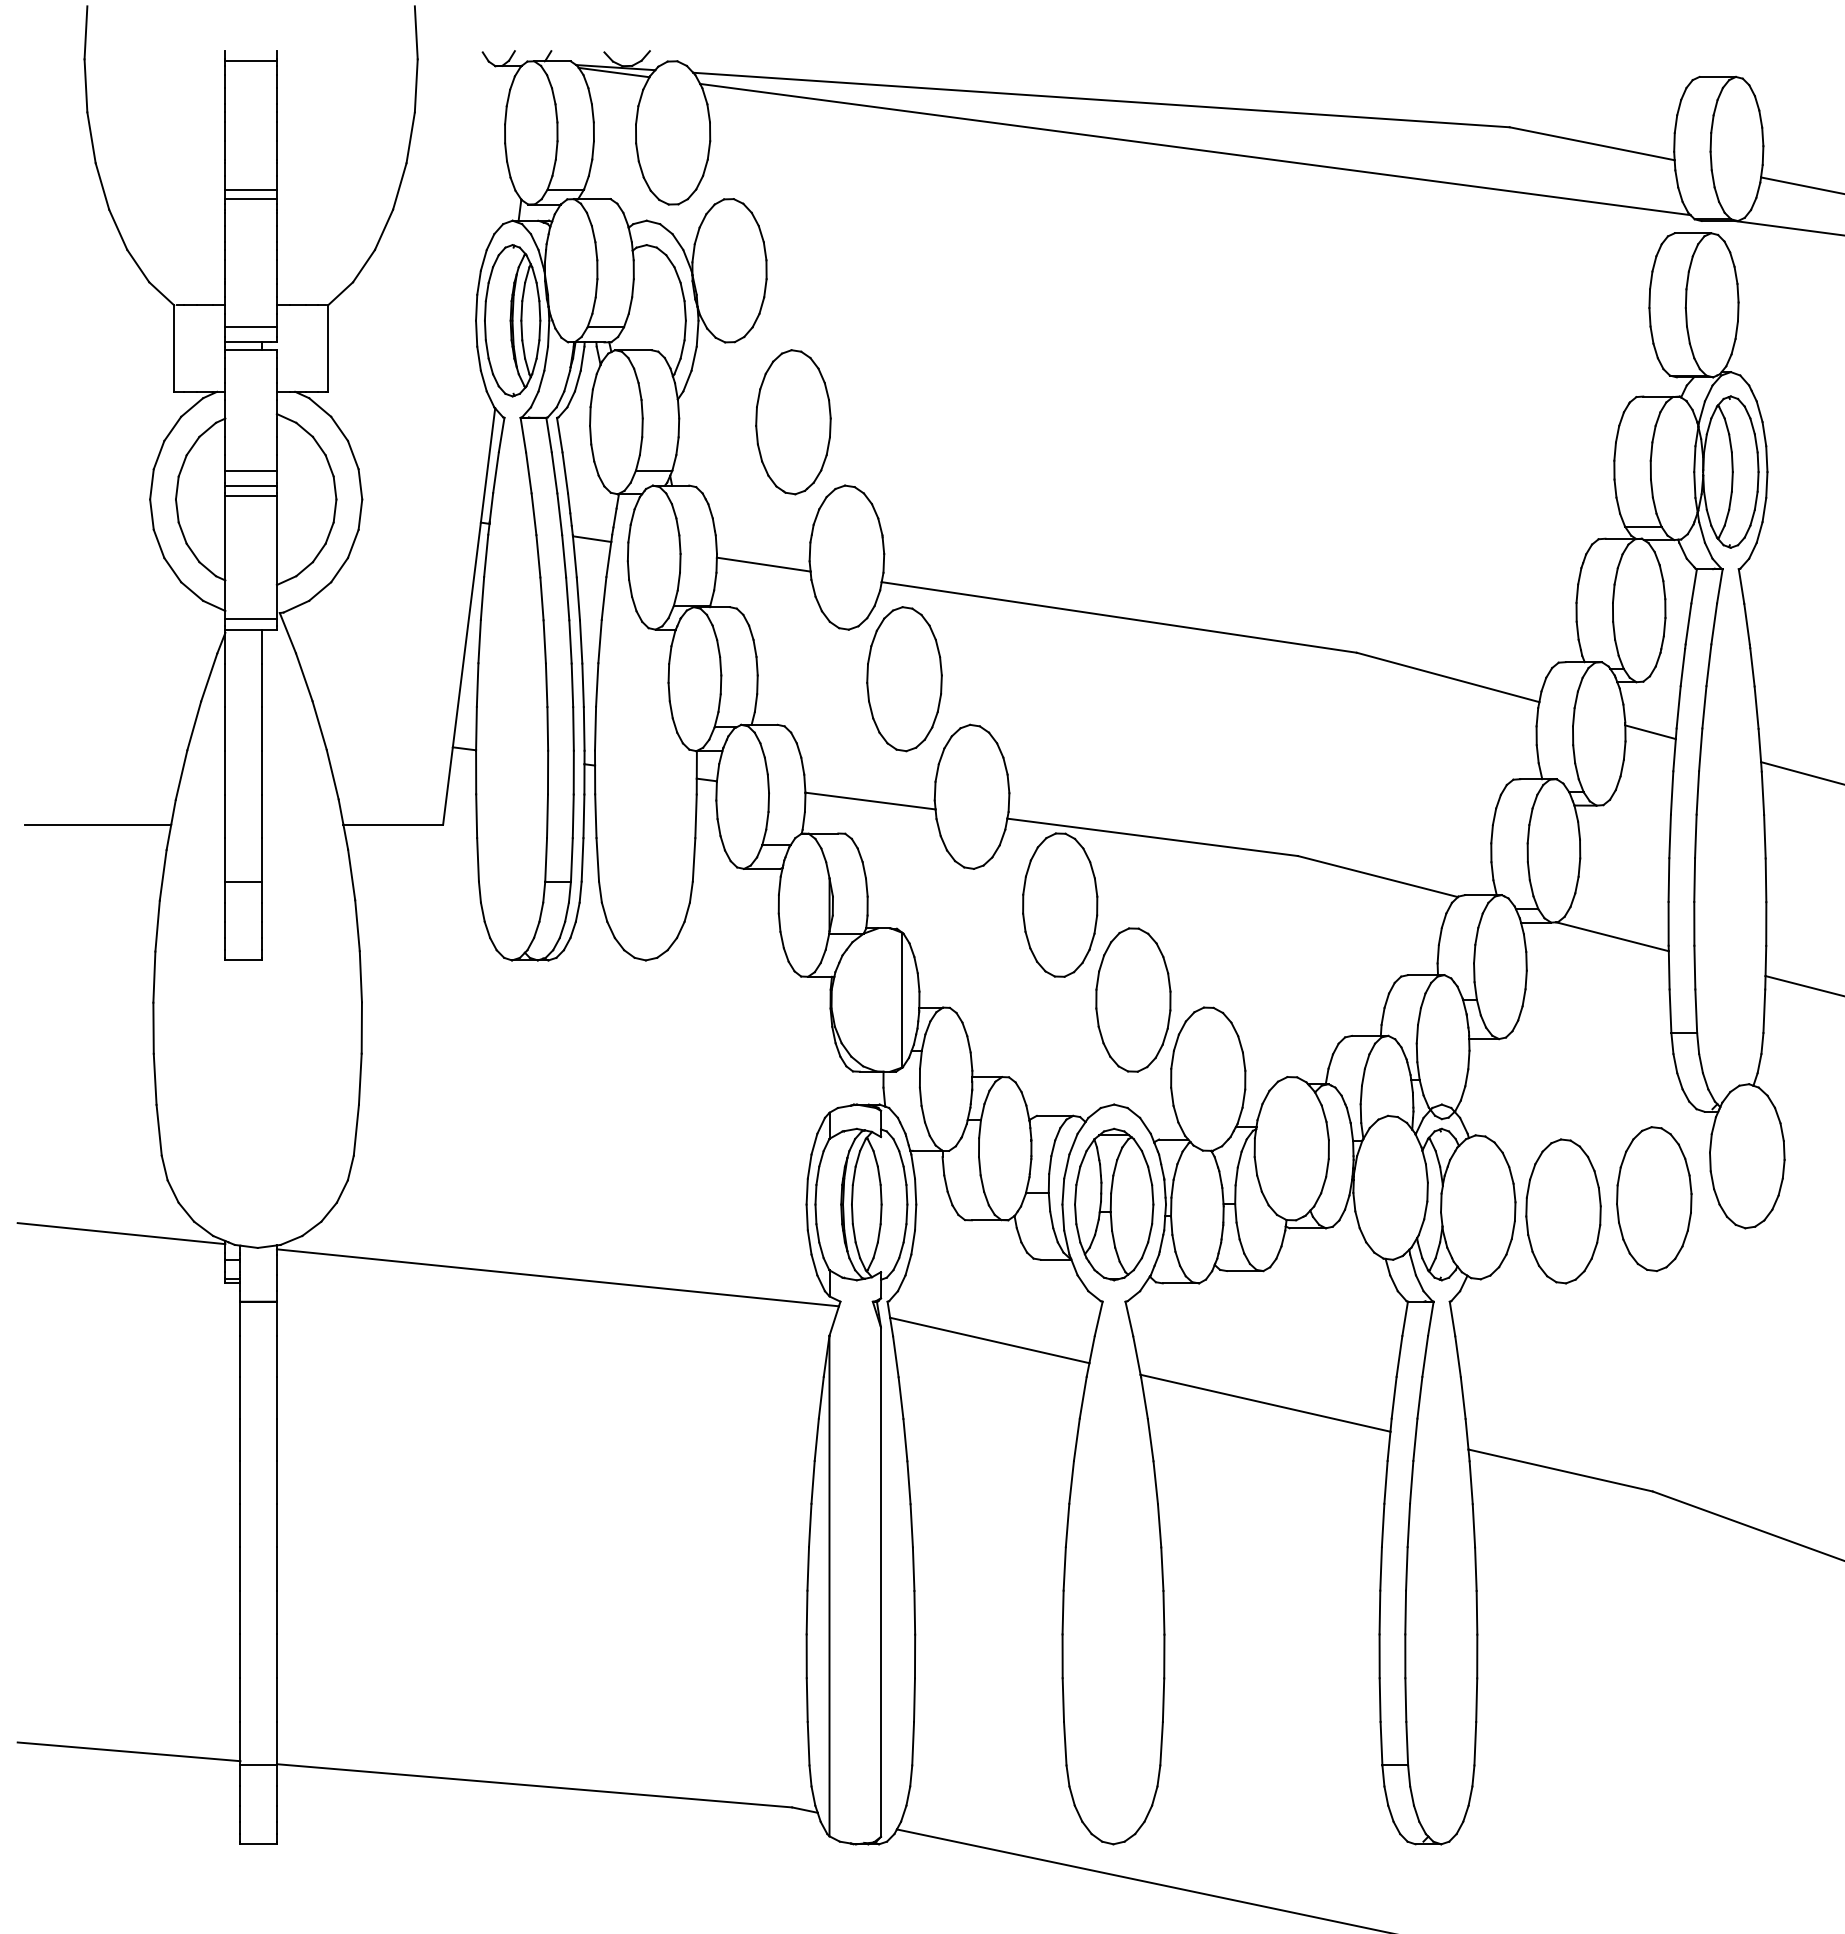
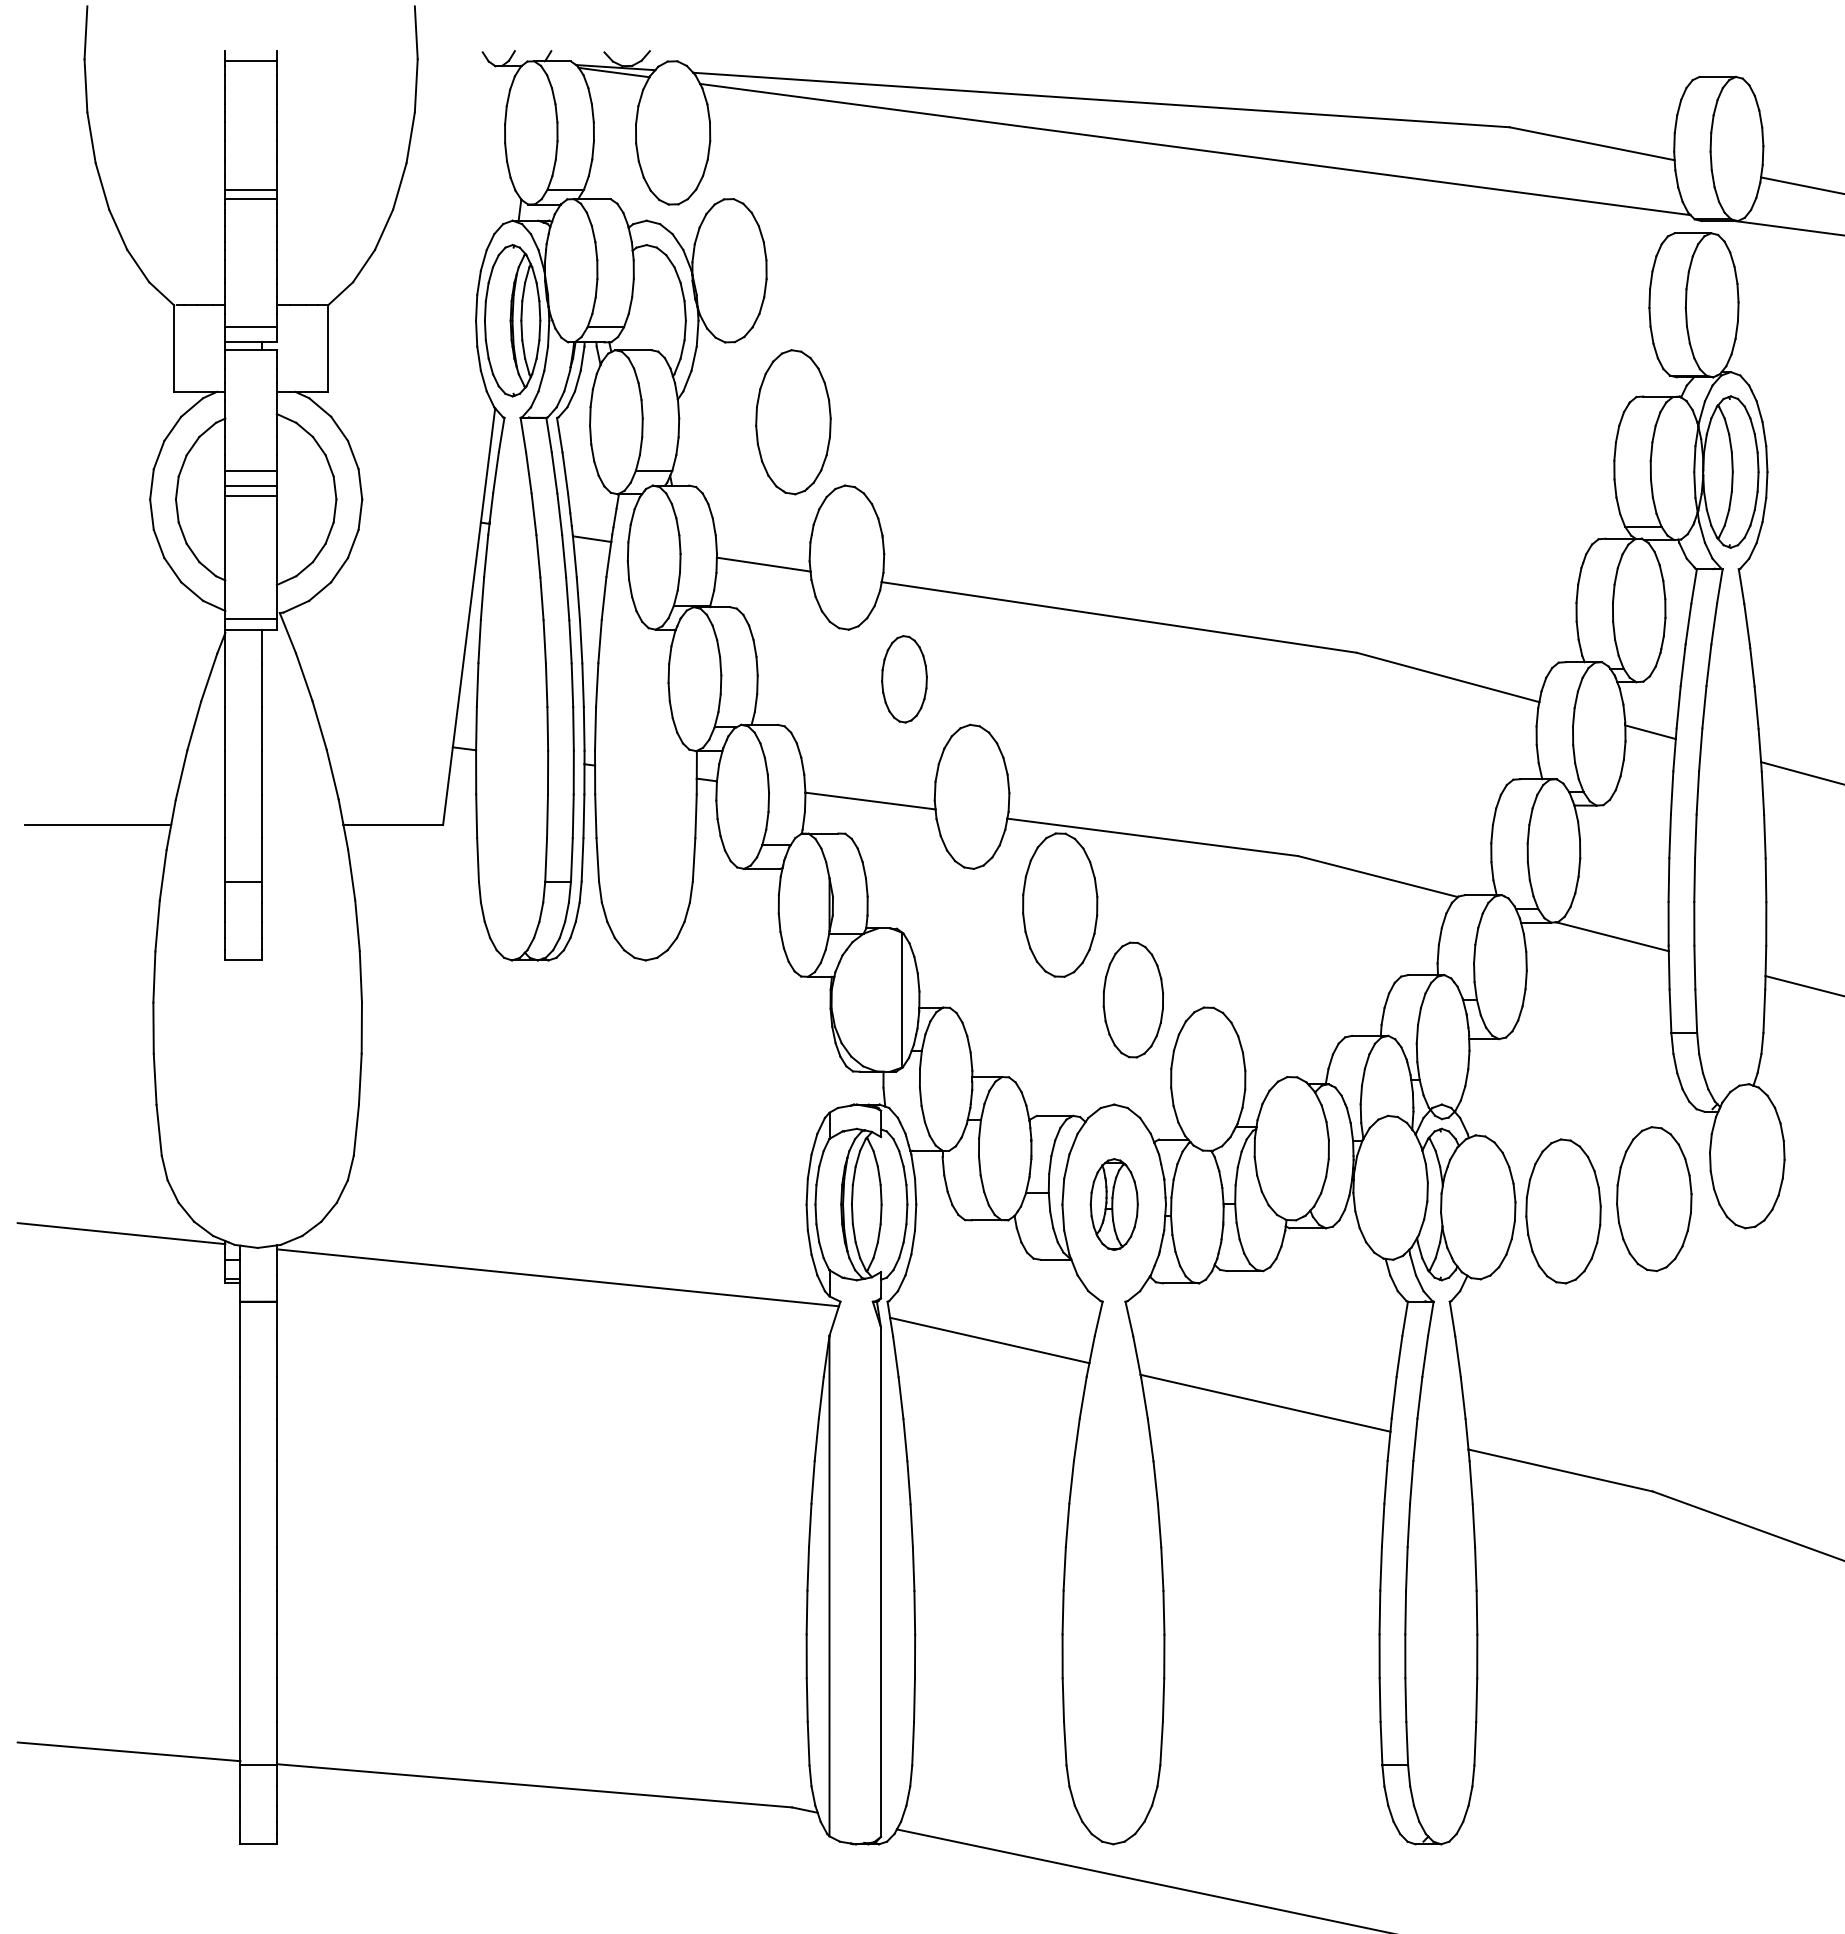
part at (904, 679) size: 77x147 px -> 47x89 px
part at (1133, 999) size: 77x146 px -> 63x118 px
part at (1114, 1204) size: 81x155 px -> 50x93 px
